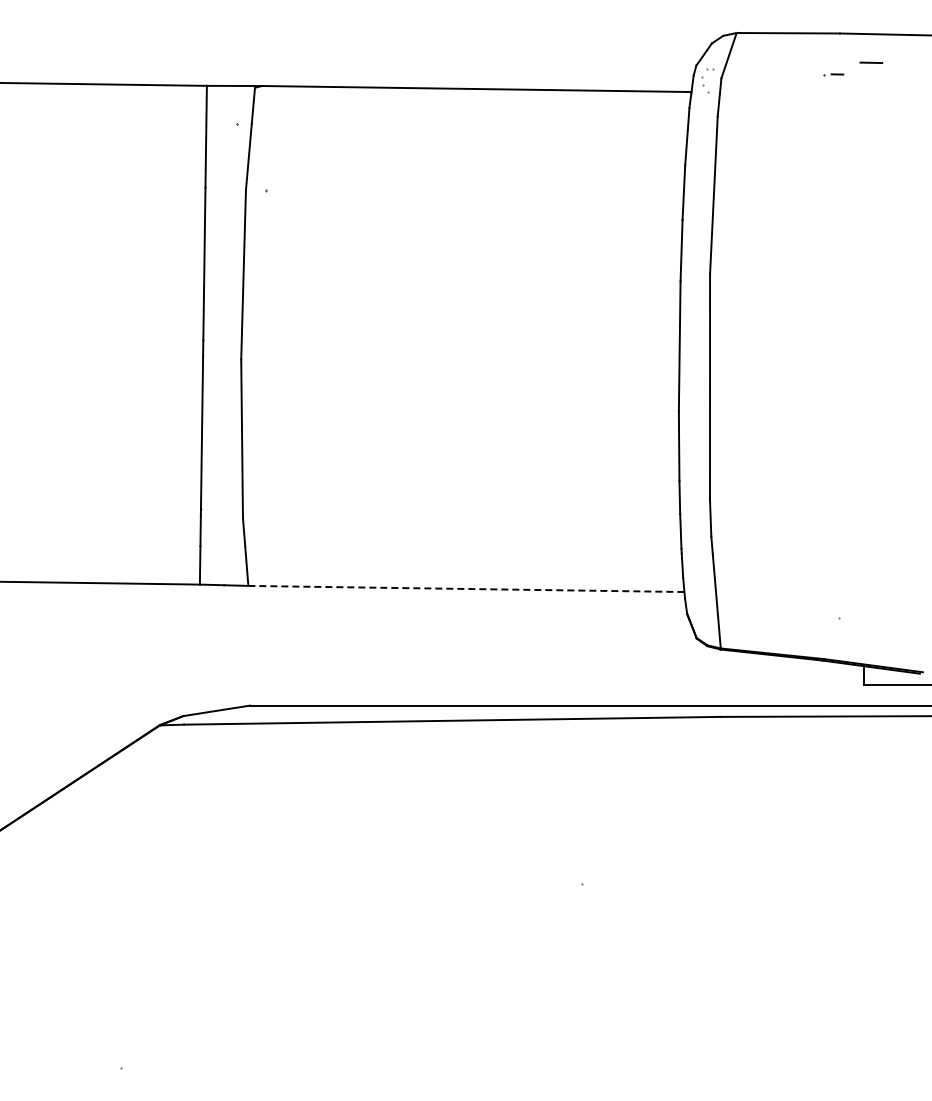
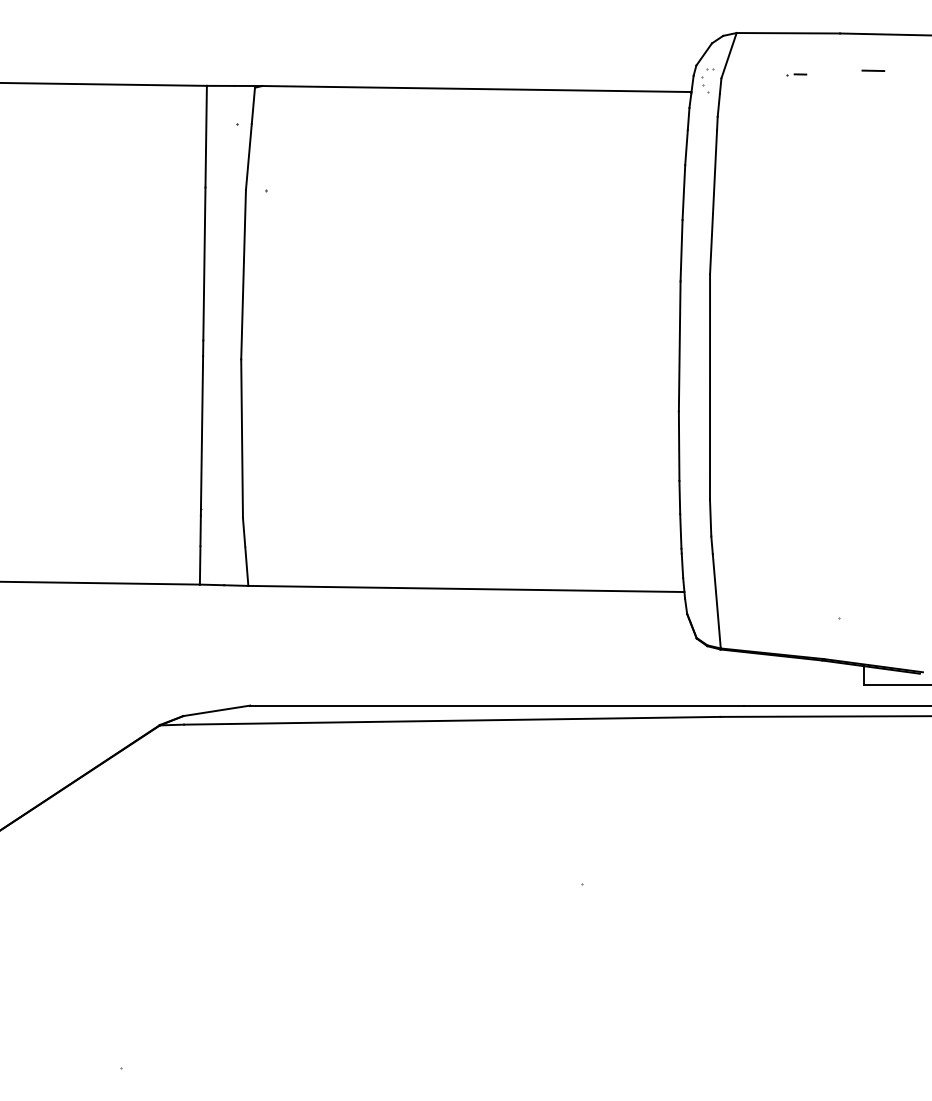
line at (871, 62) position: (871, 62) -> (873, 70)
part at (833, 74) position: (833, 74) -> (796, 74)
line at (466, 588): dashed -> solid
